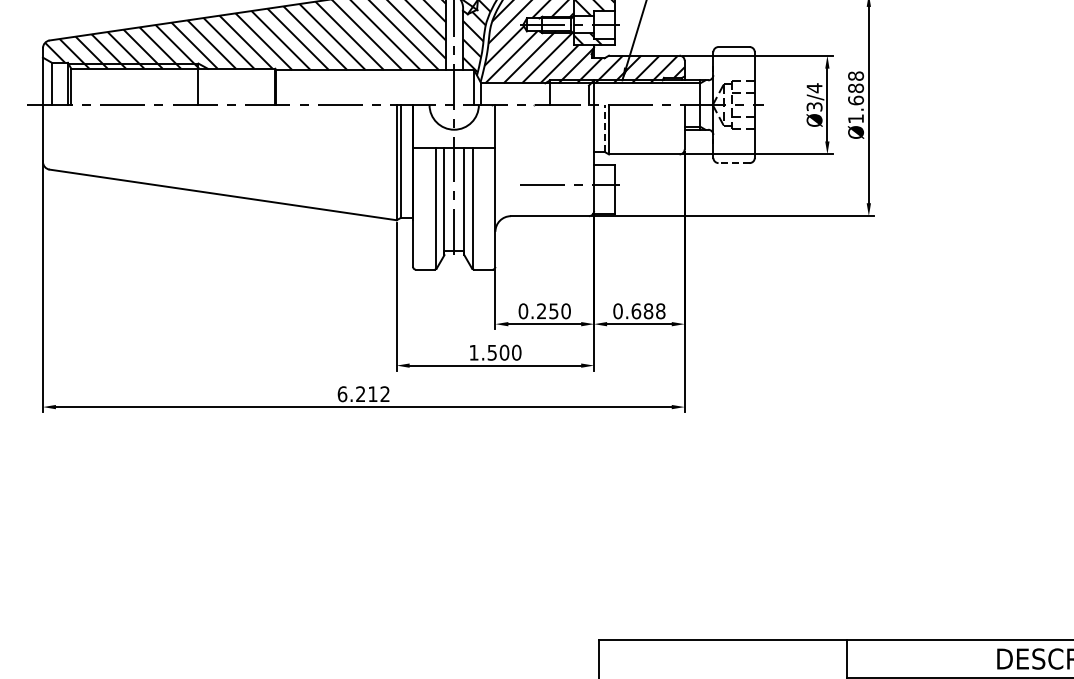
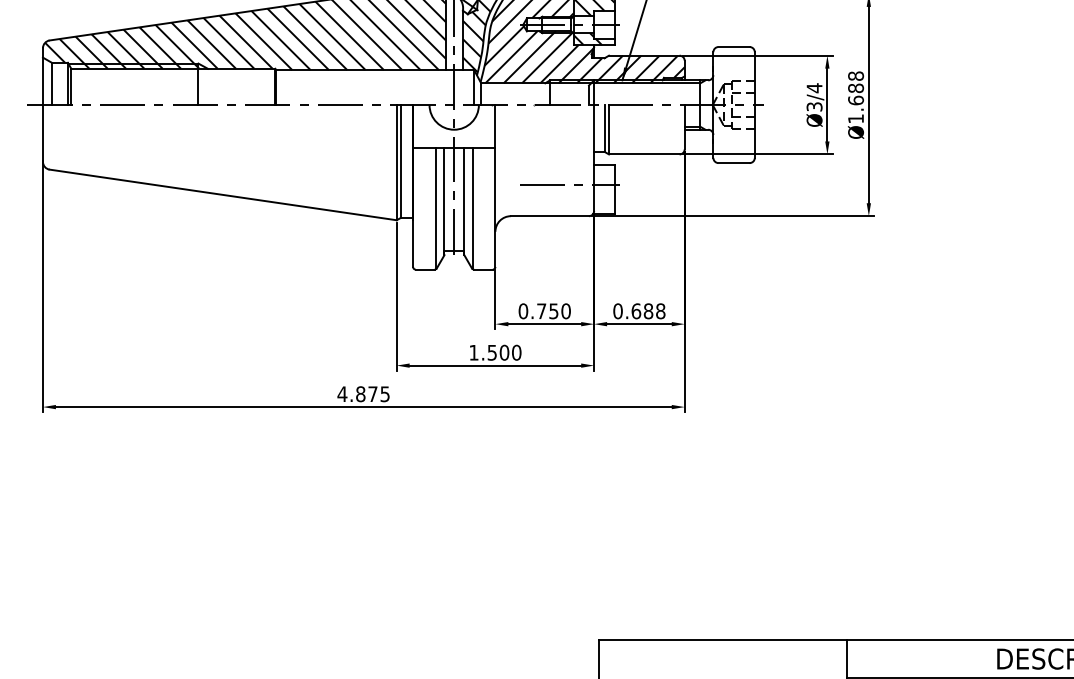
line at (604, 127): dashed -> solid
line at (734, 163): dashed -> solid
text at (541, 311): 0.250 -> 0.750
text at (363, 394): 6.212 -> 4.875
